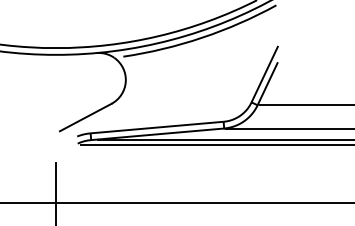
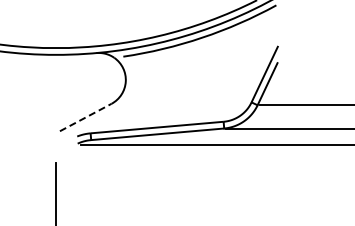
line at (86, 117): solid -> dashed
line at (224, 140): present -> none
line at (176, 202): present -> none
